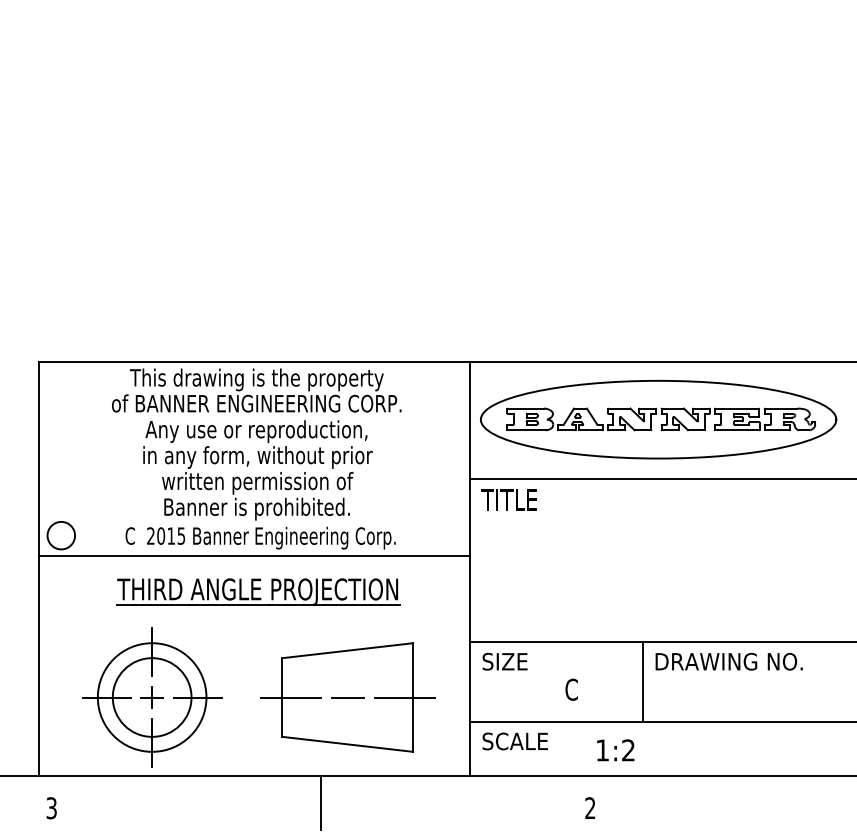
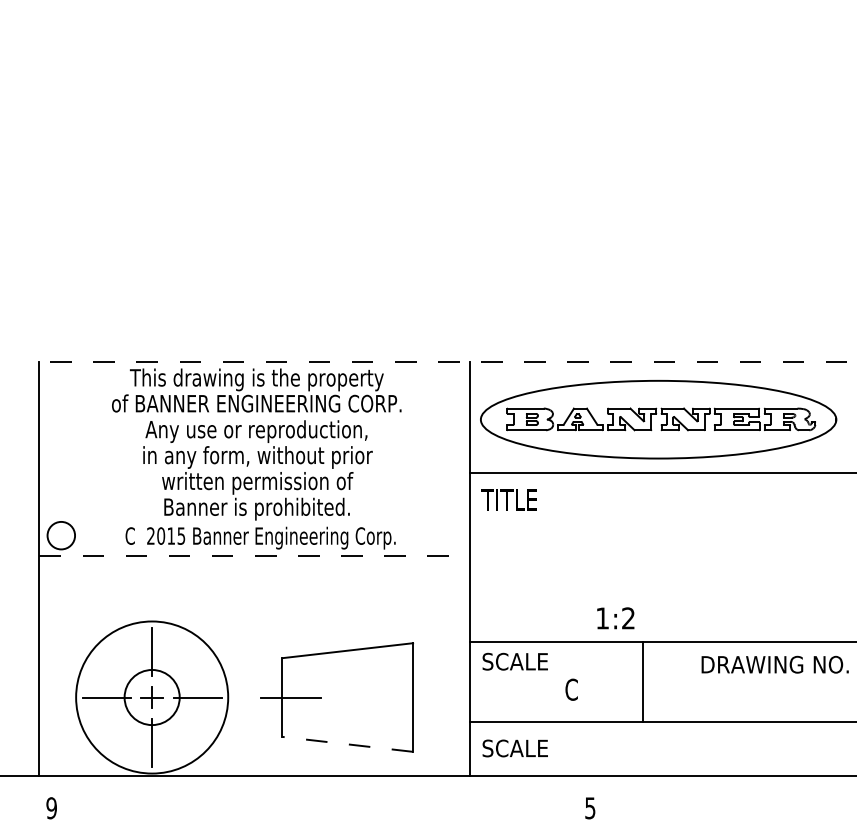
line at (448, 362): solid -> dashed
line at (661, 478) position: (661, 478) -> (661, 472)
line at (255, 556): solid -> dashed
part at (258, 592): present -> none
text at (521, 661): SIZE -> SCALE
text at (728, 661) position: (728, 661) -> (774, 664)
circle at (151, 697) diameter: 109 px -> 152 px
circle at (151, 697) diameter: 79 px -> 55 px
line at (347, 697): present -> none
line at (404, 697): present -> none
text at (514, 741) position: (514, 741) -> (514, 748)
line at (347, 744): solid -> dashed
text at (615, 750) position: (615, 750) -> (615, 618)
line at (321, 802): present -> none
text at (51, 808): 3 -> 9
text at (590, 808): 2 -> 5
